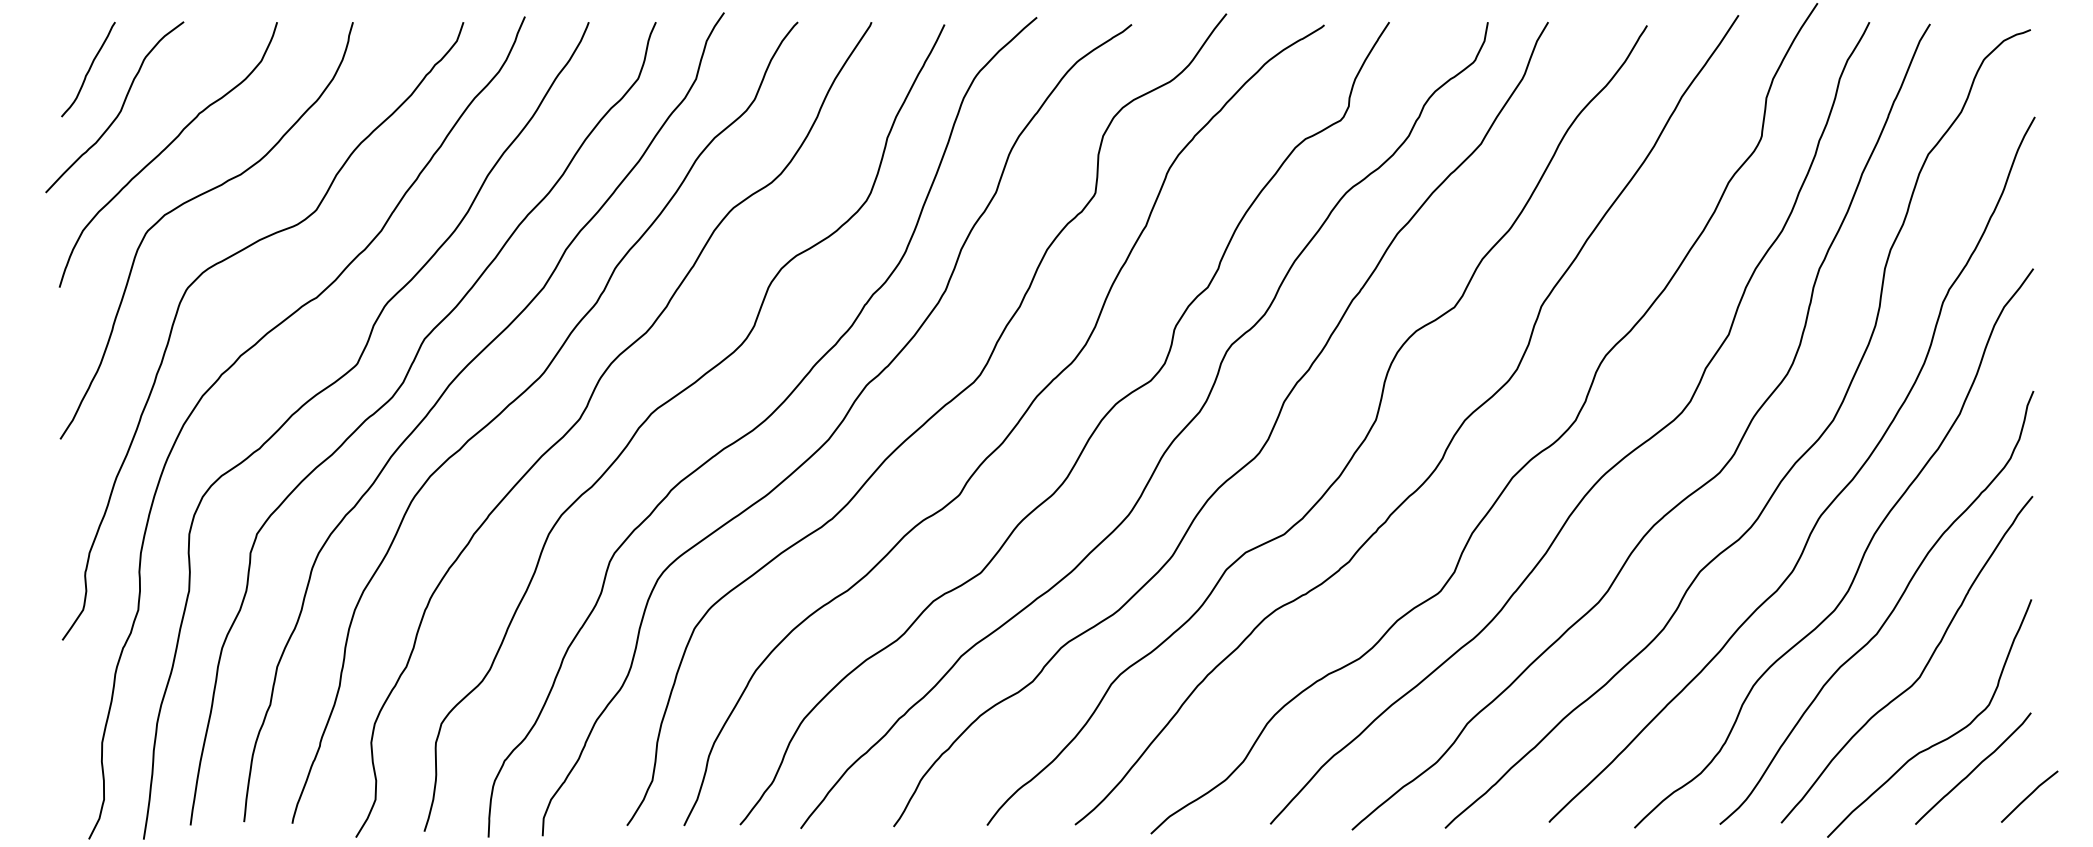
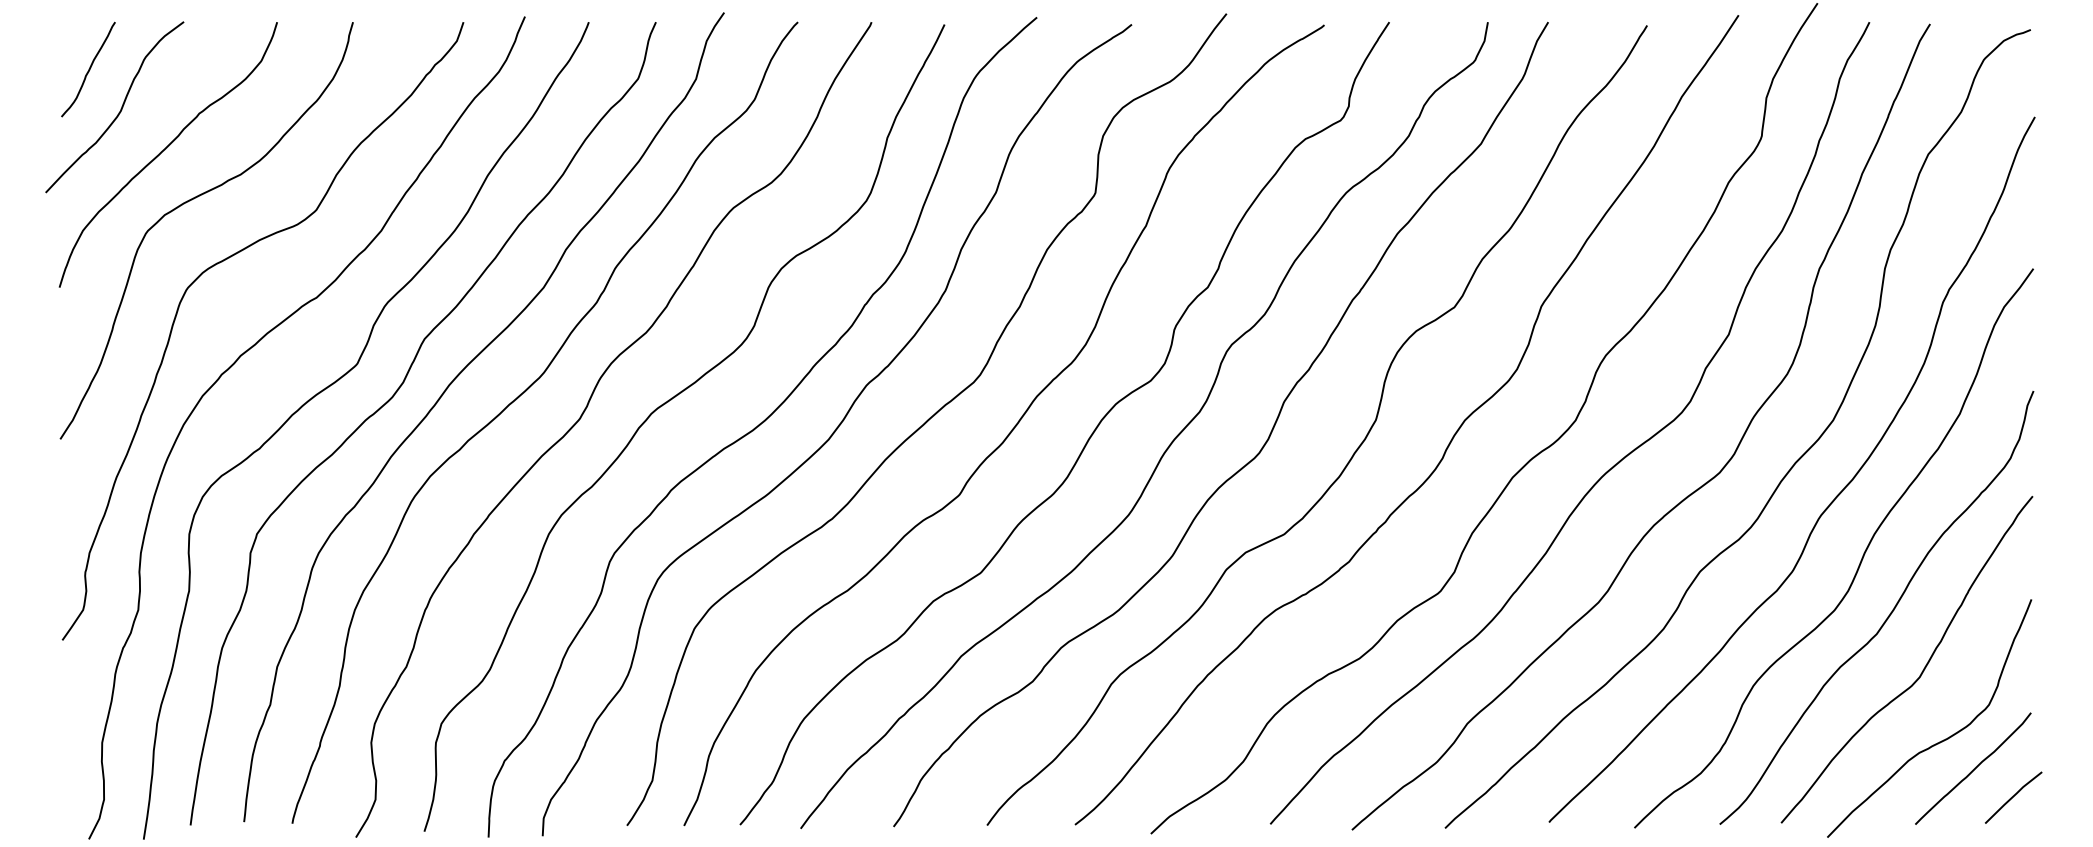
line at (2029, 796) position: (2029, 796) -> (2013, 797)
